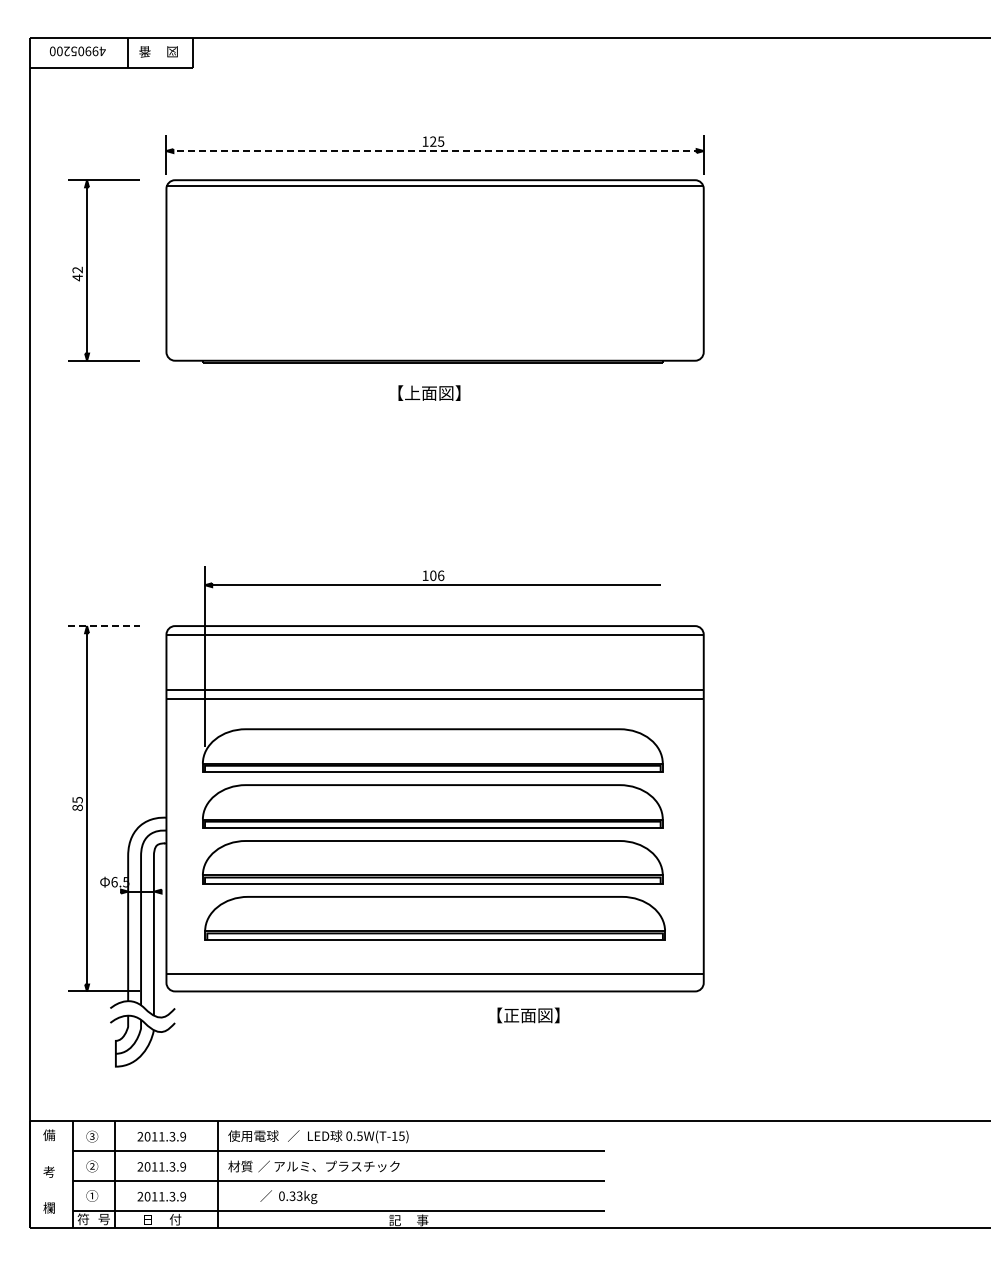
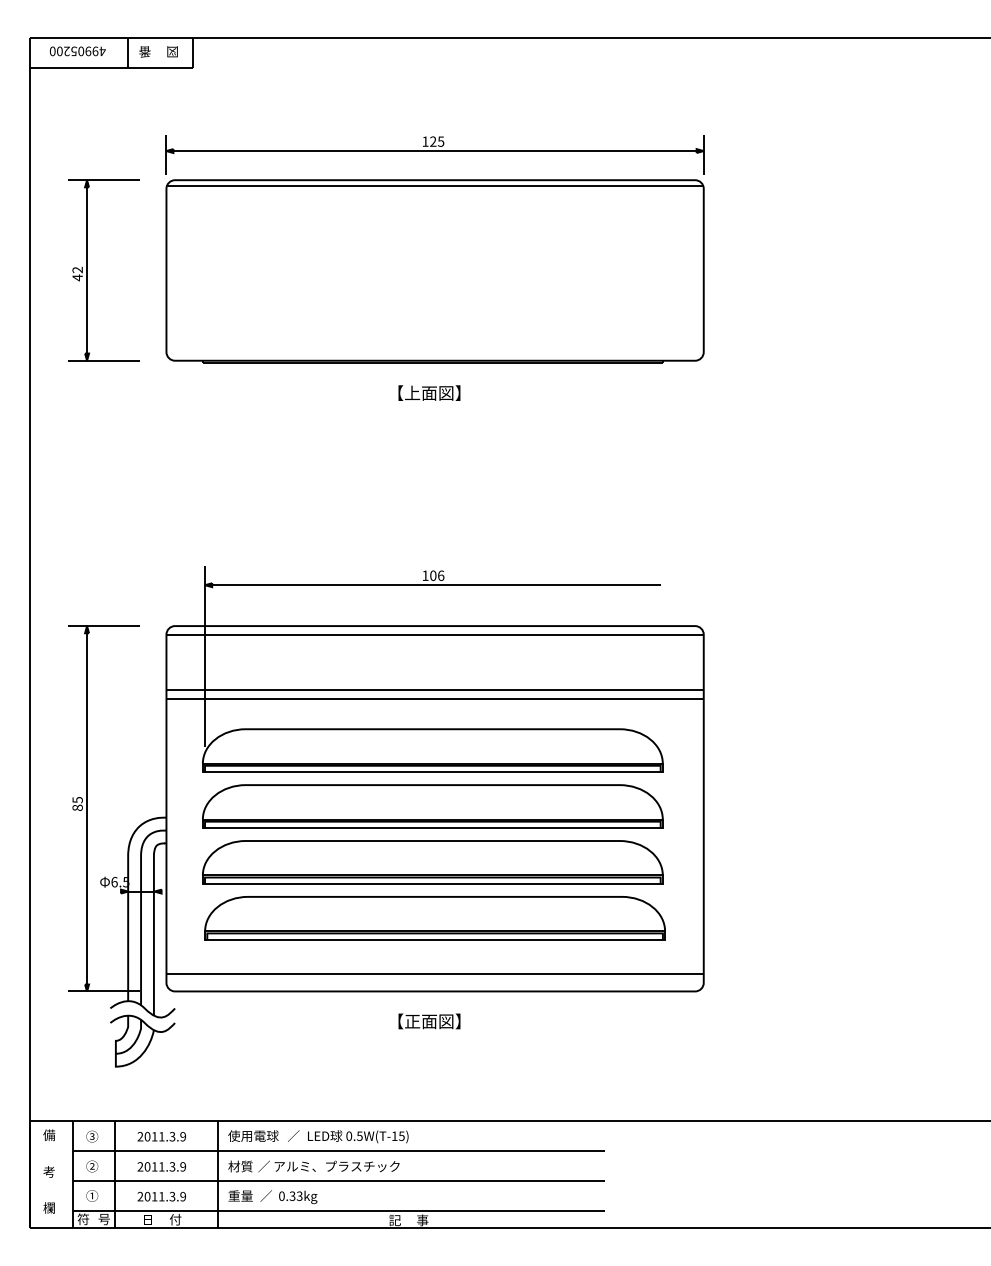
line at (435, 151): dashed -> solid
line at (103, 626): dashed -> solid
part at (528, 1015) position: (528, 1015) -> (429, 1021)
part at (240, 1195): none -> present
